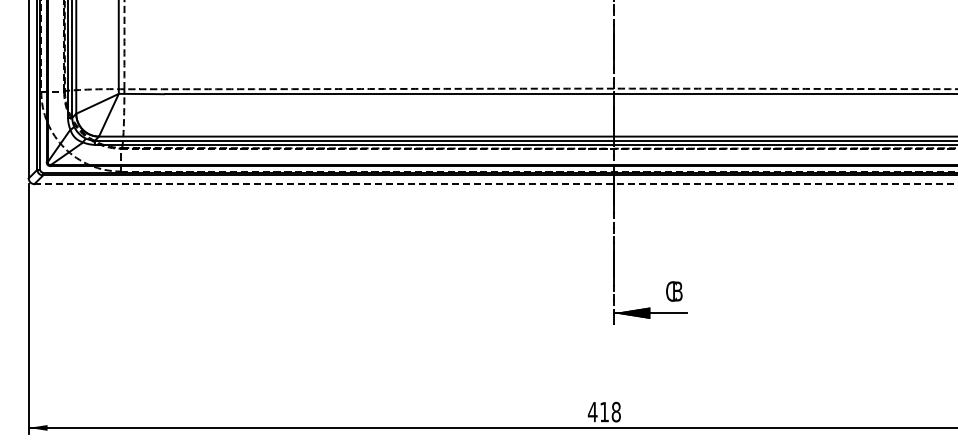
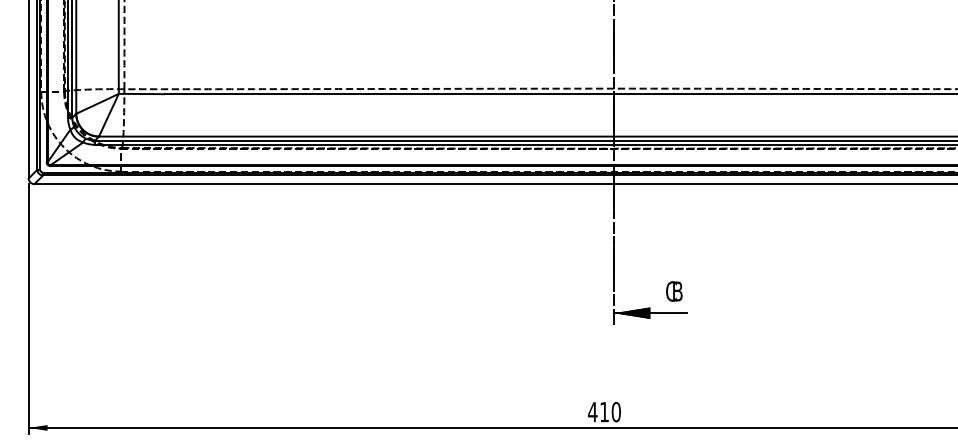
line at (496, 184): dashed -> solid
text at (615, 412): 418 -> 410
